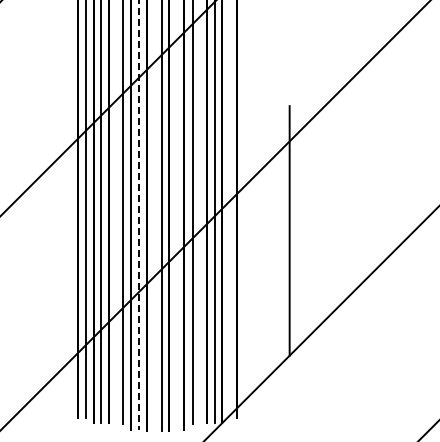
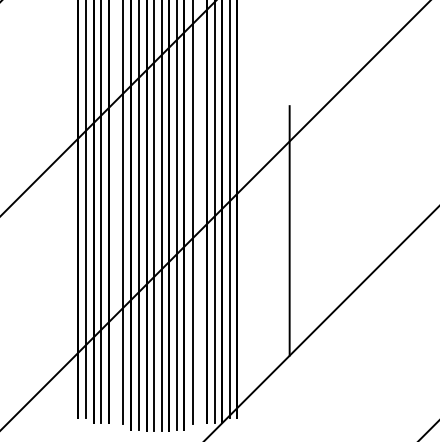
line at (230, 210): none -> present
line at (138, 215): dashed -> solid
line at (177, 215): none -> present
line at (153, 216): none -> present
